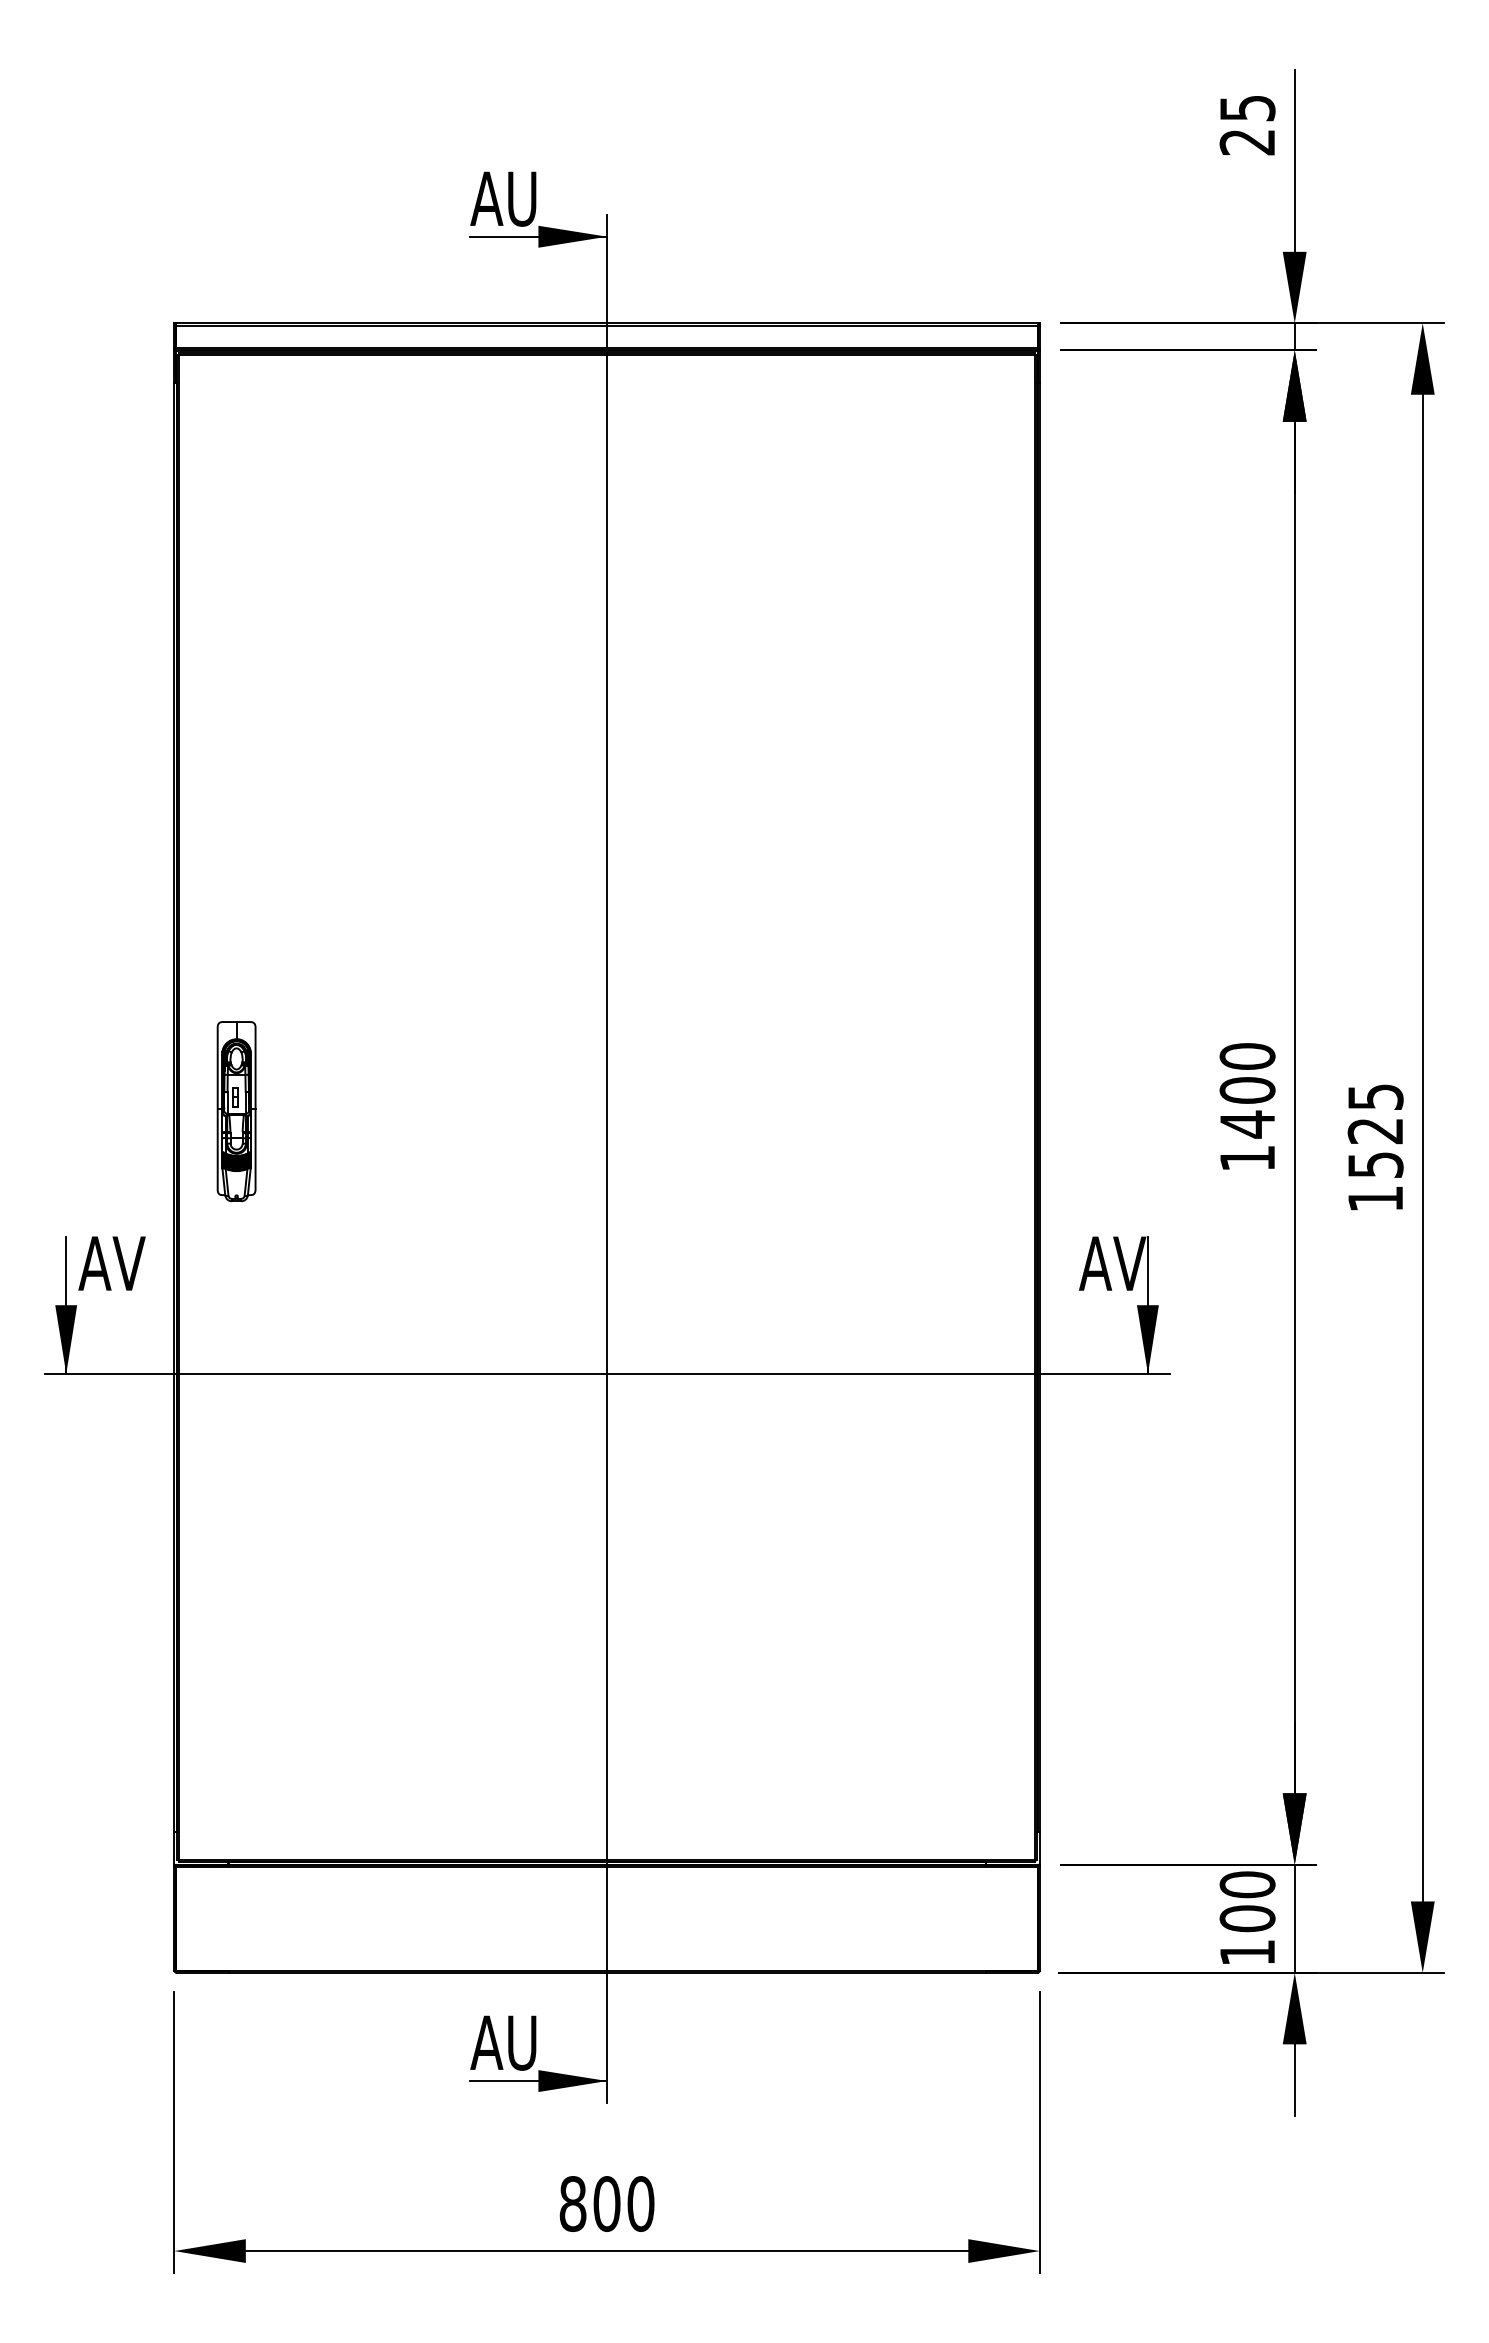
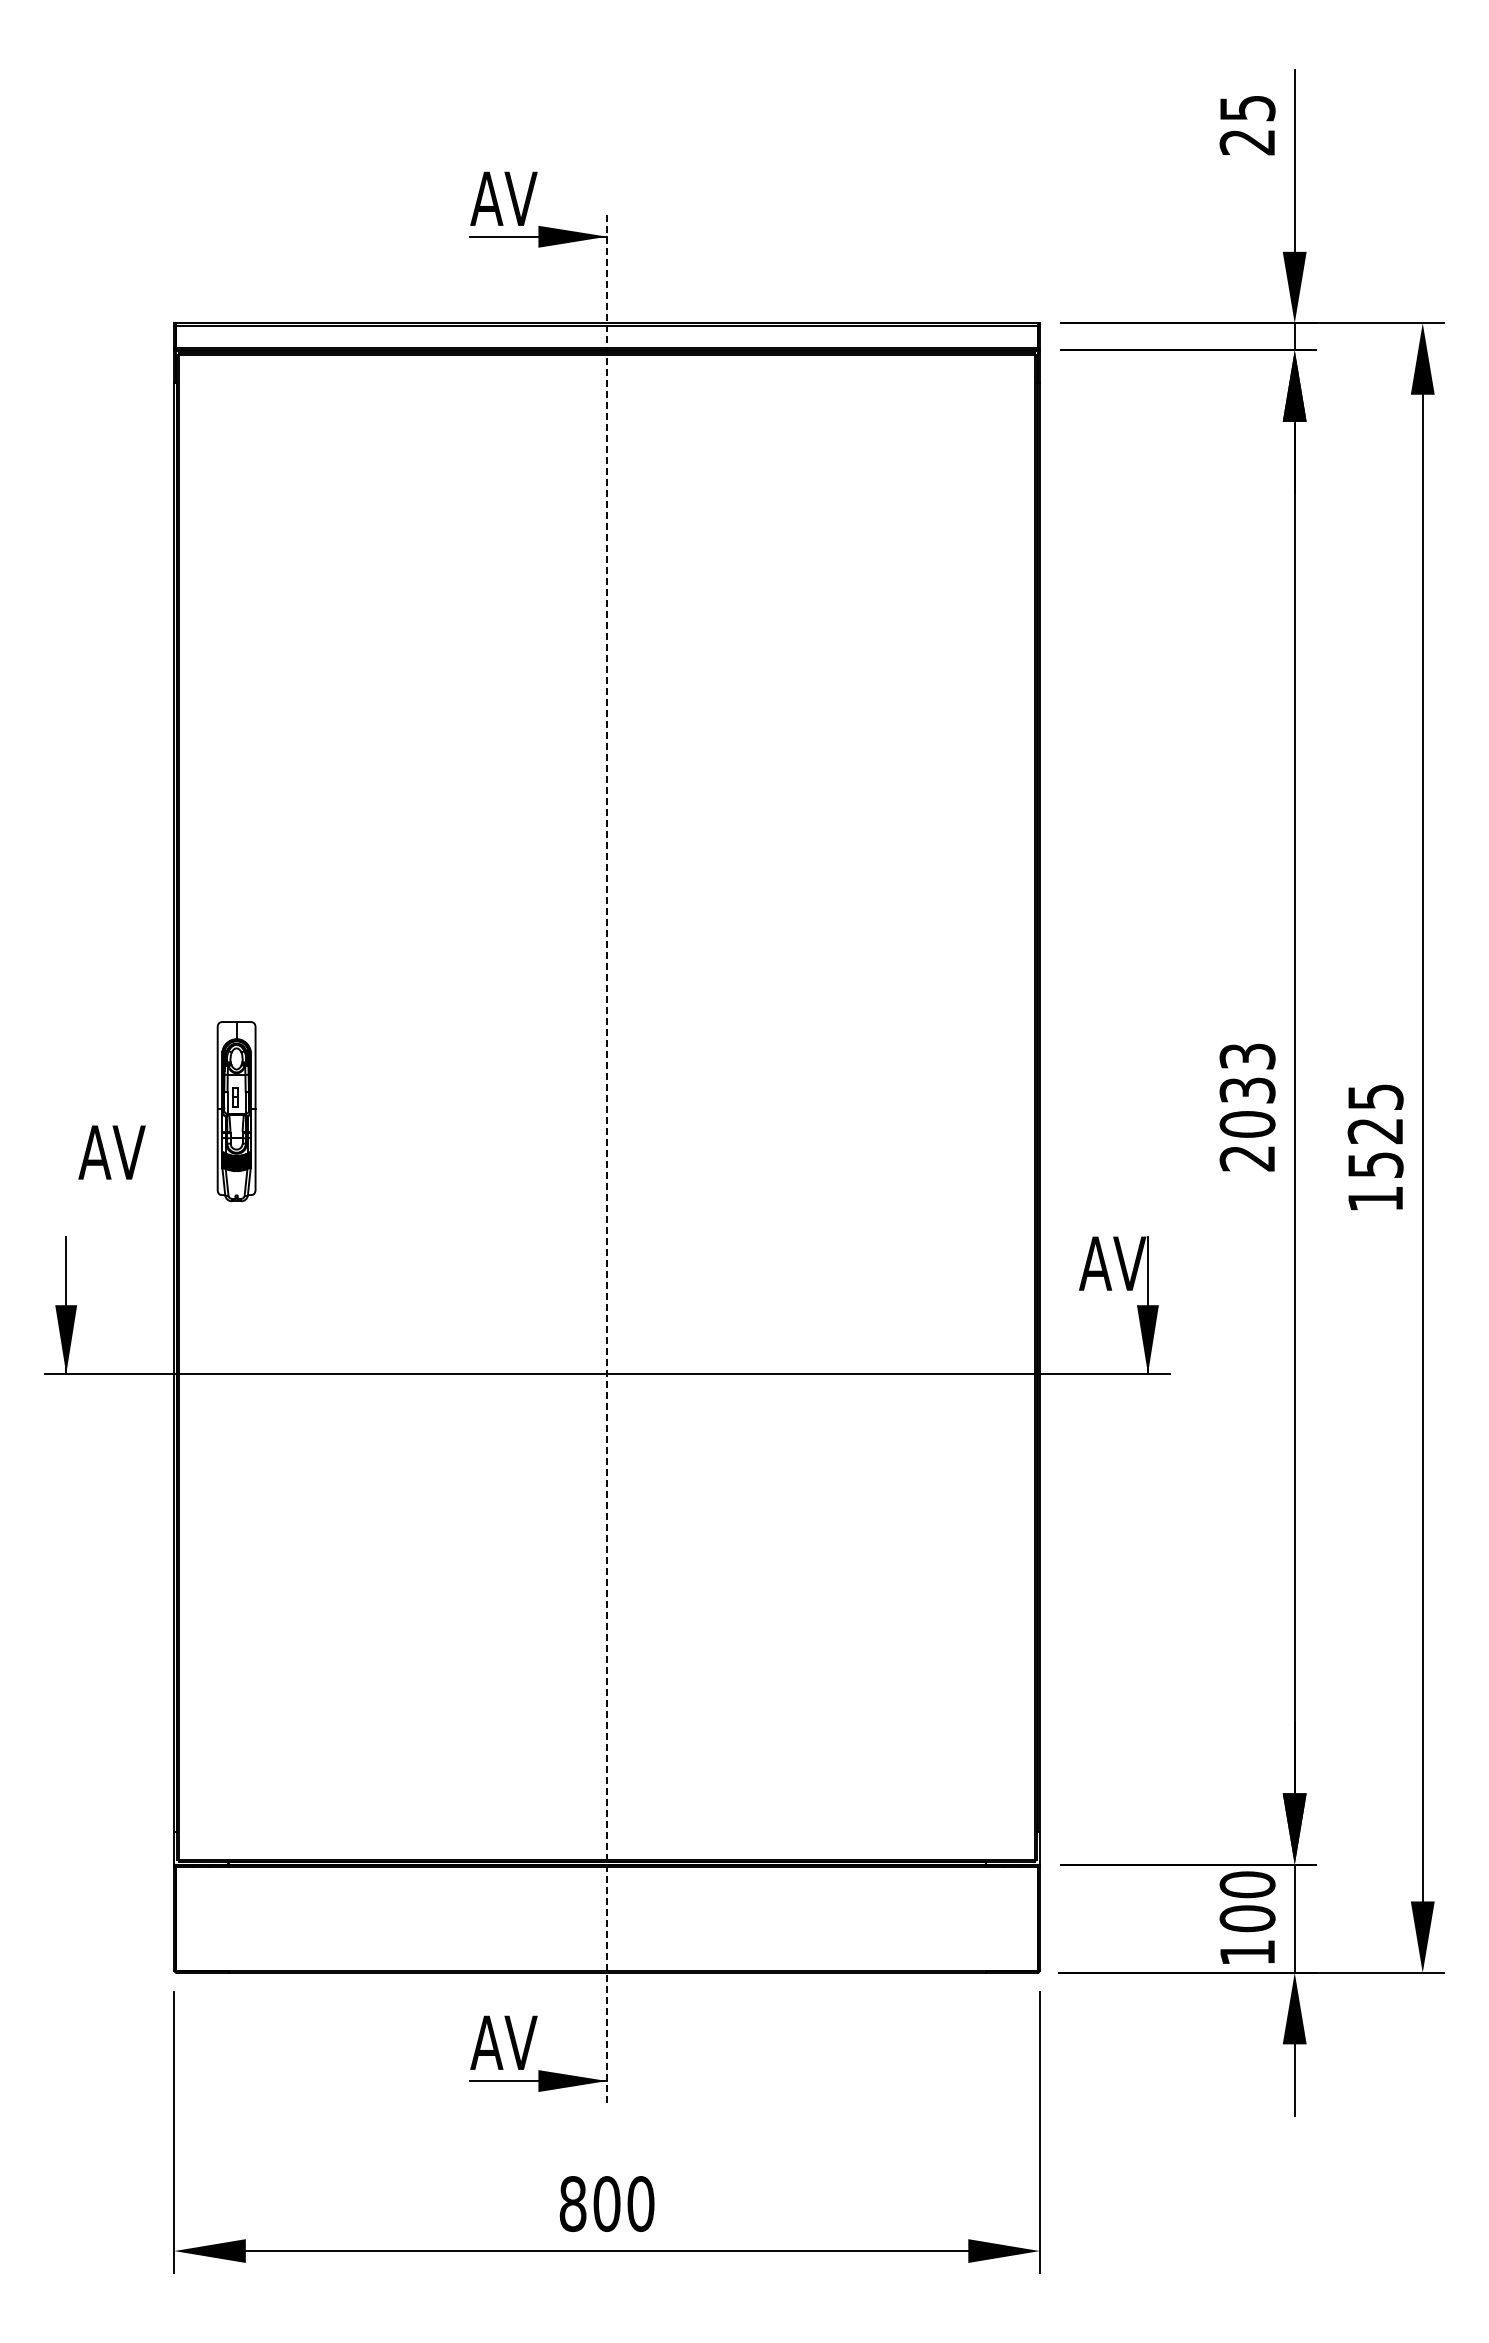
text at (520, 198): AU -> AV
text at (1247, 1107): 1400 -> 2033
line at (607, 1158): solid -> dashed
text at (111, 1263) position: (111, 1263) -> (111, 1152)
text at (520, 2042): AU -> AV
